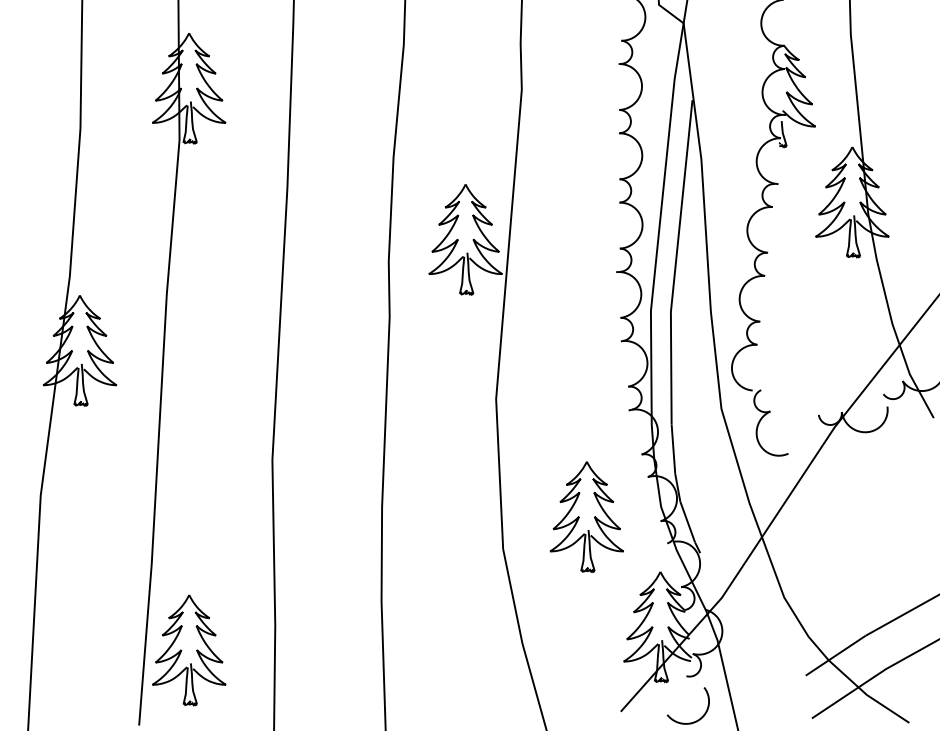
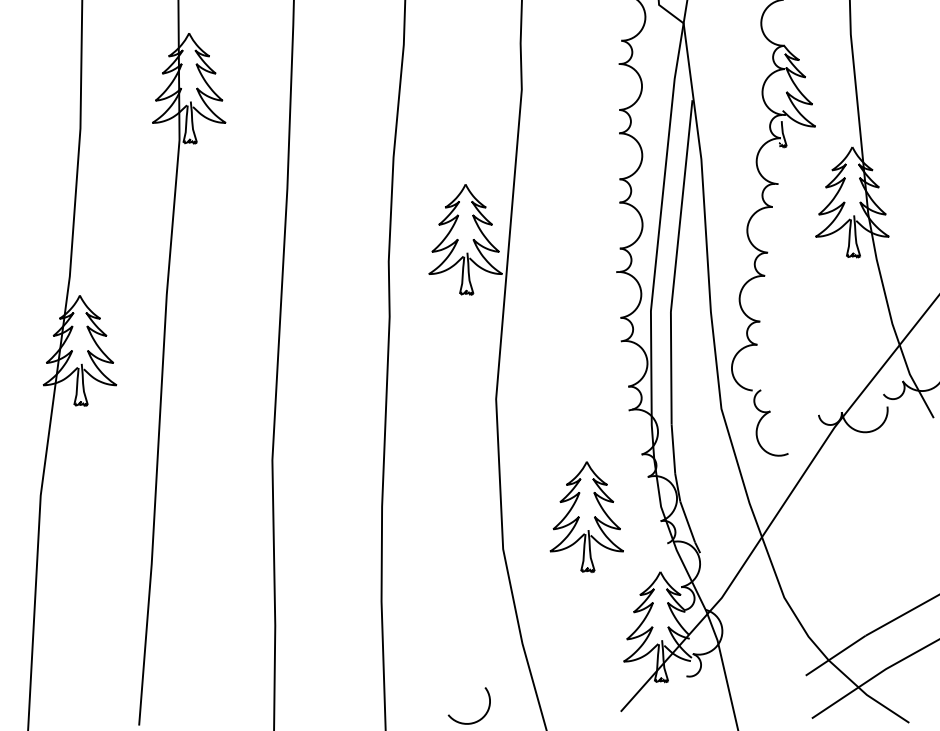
part at (189, 650): present -> none
arc at (688, 722) position: (688, 722) -> (469, 722)
